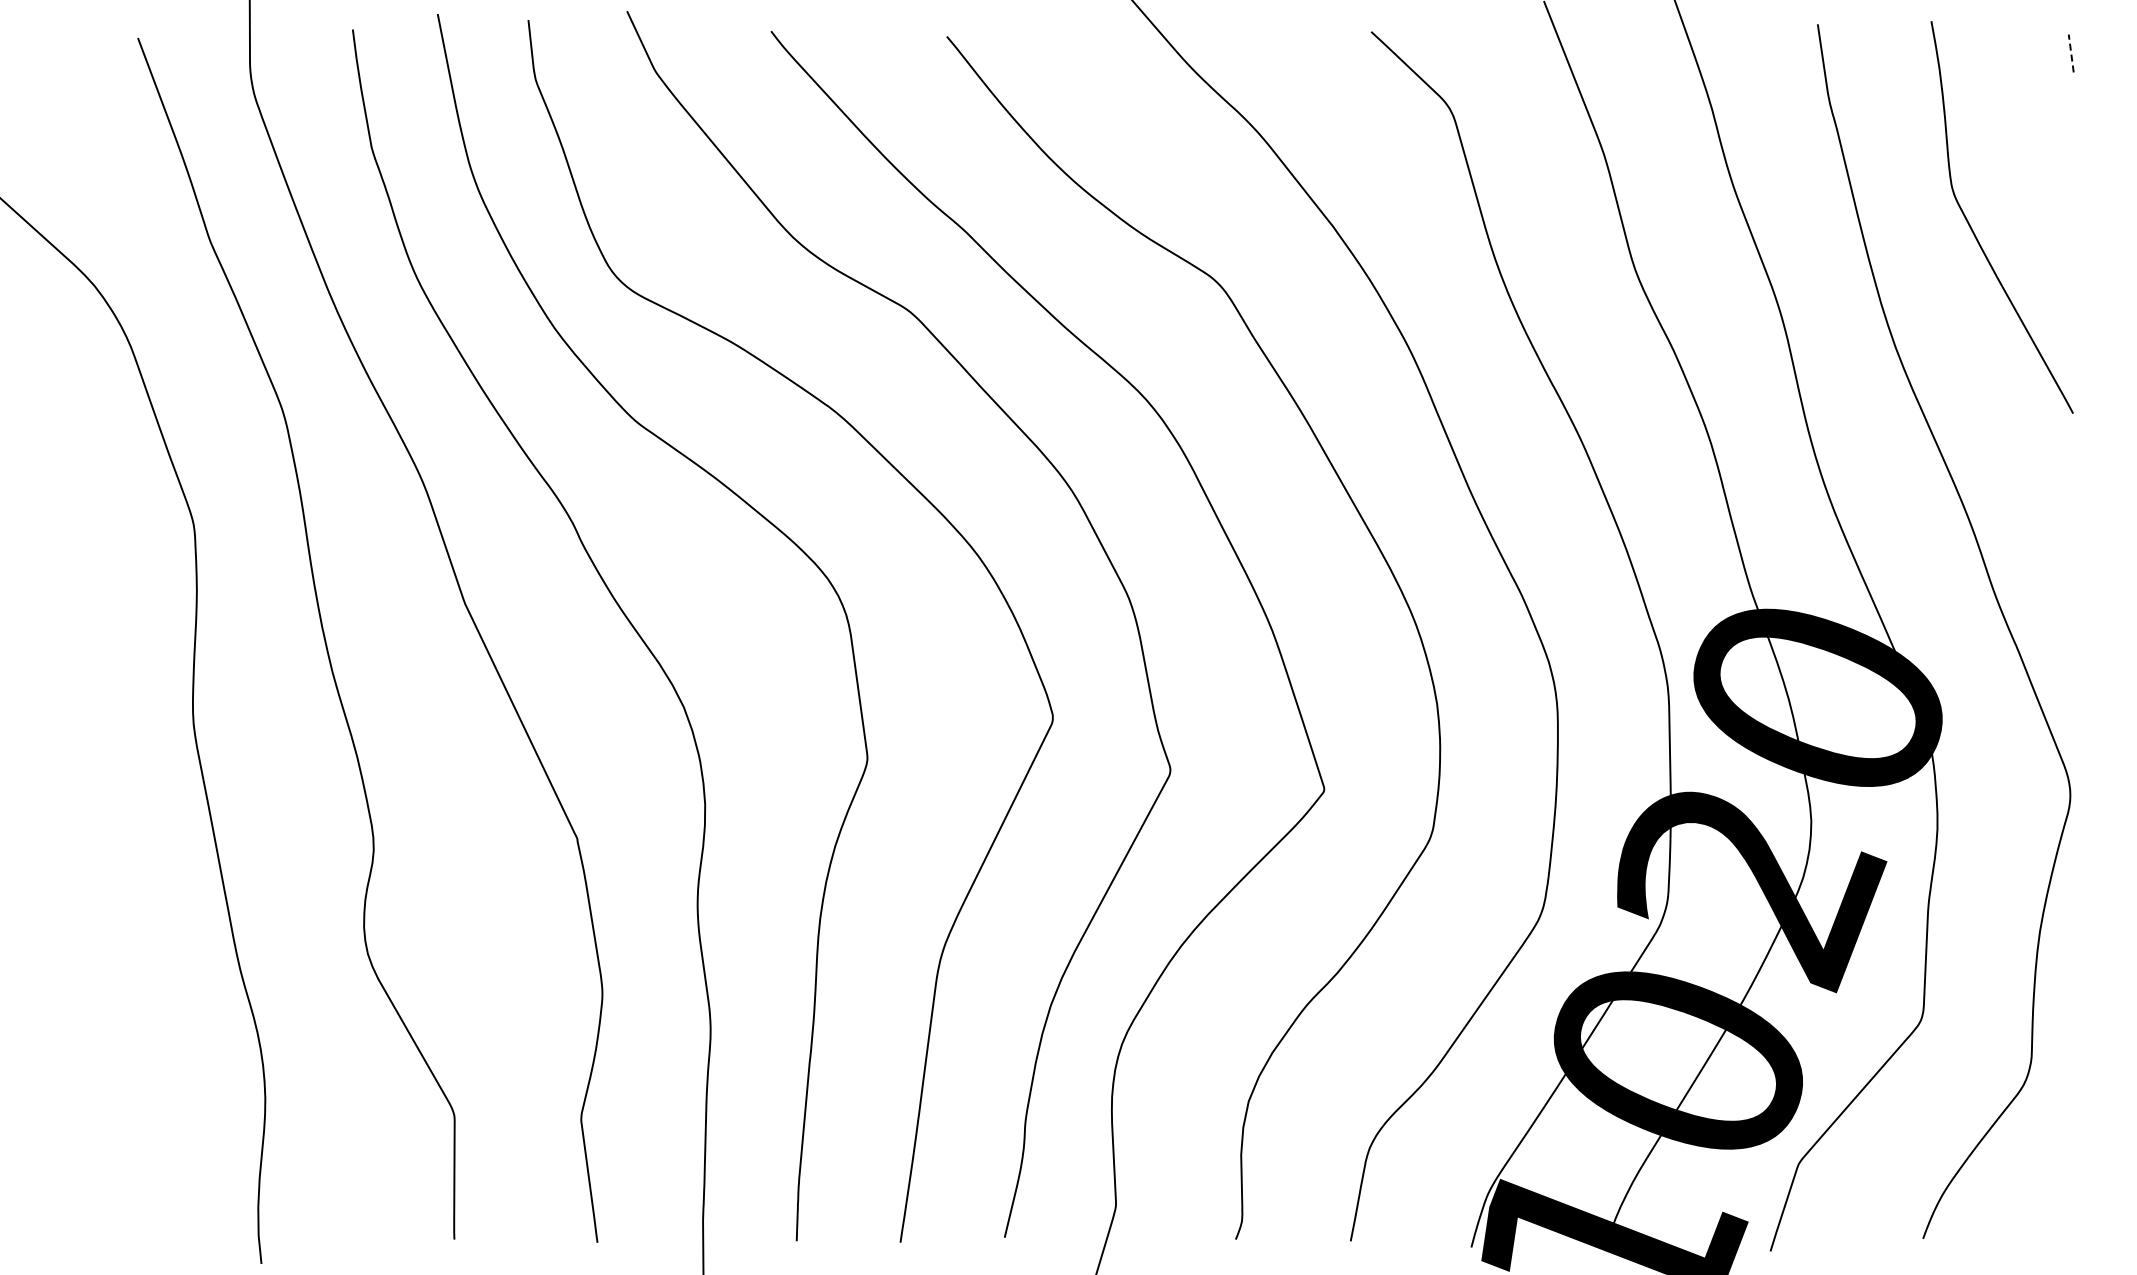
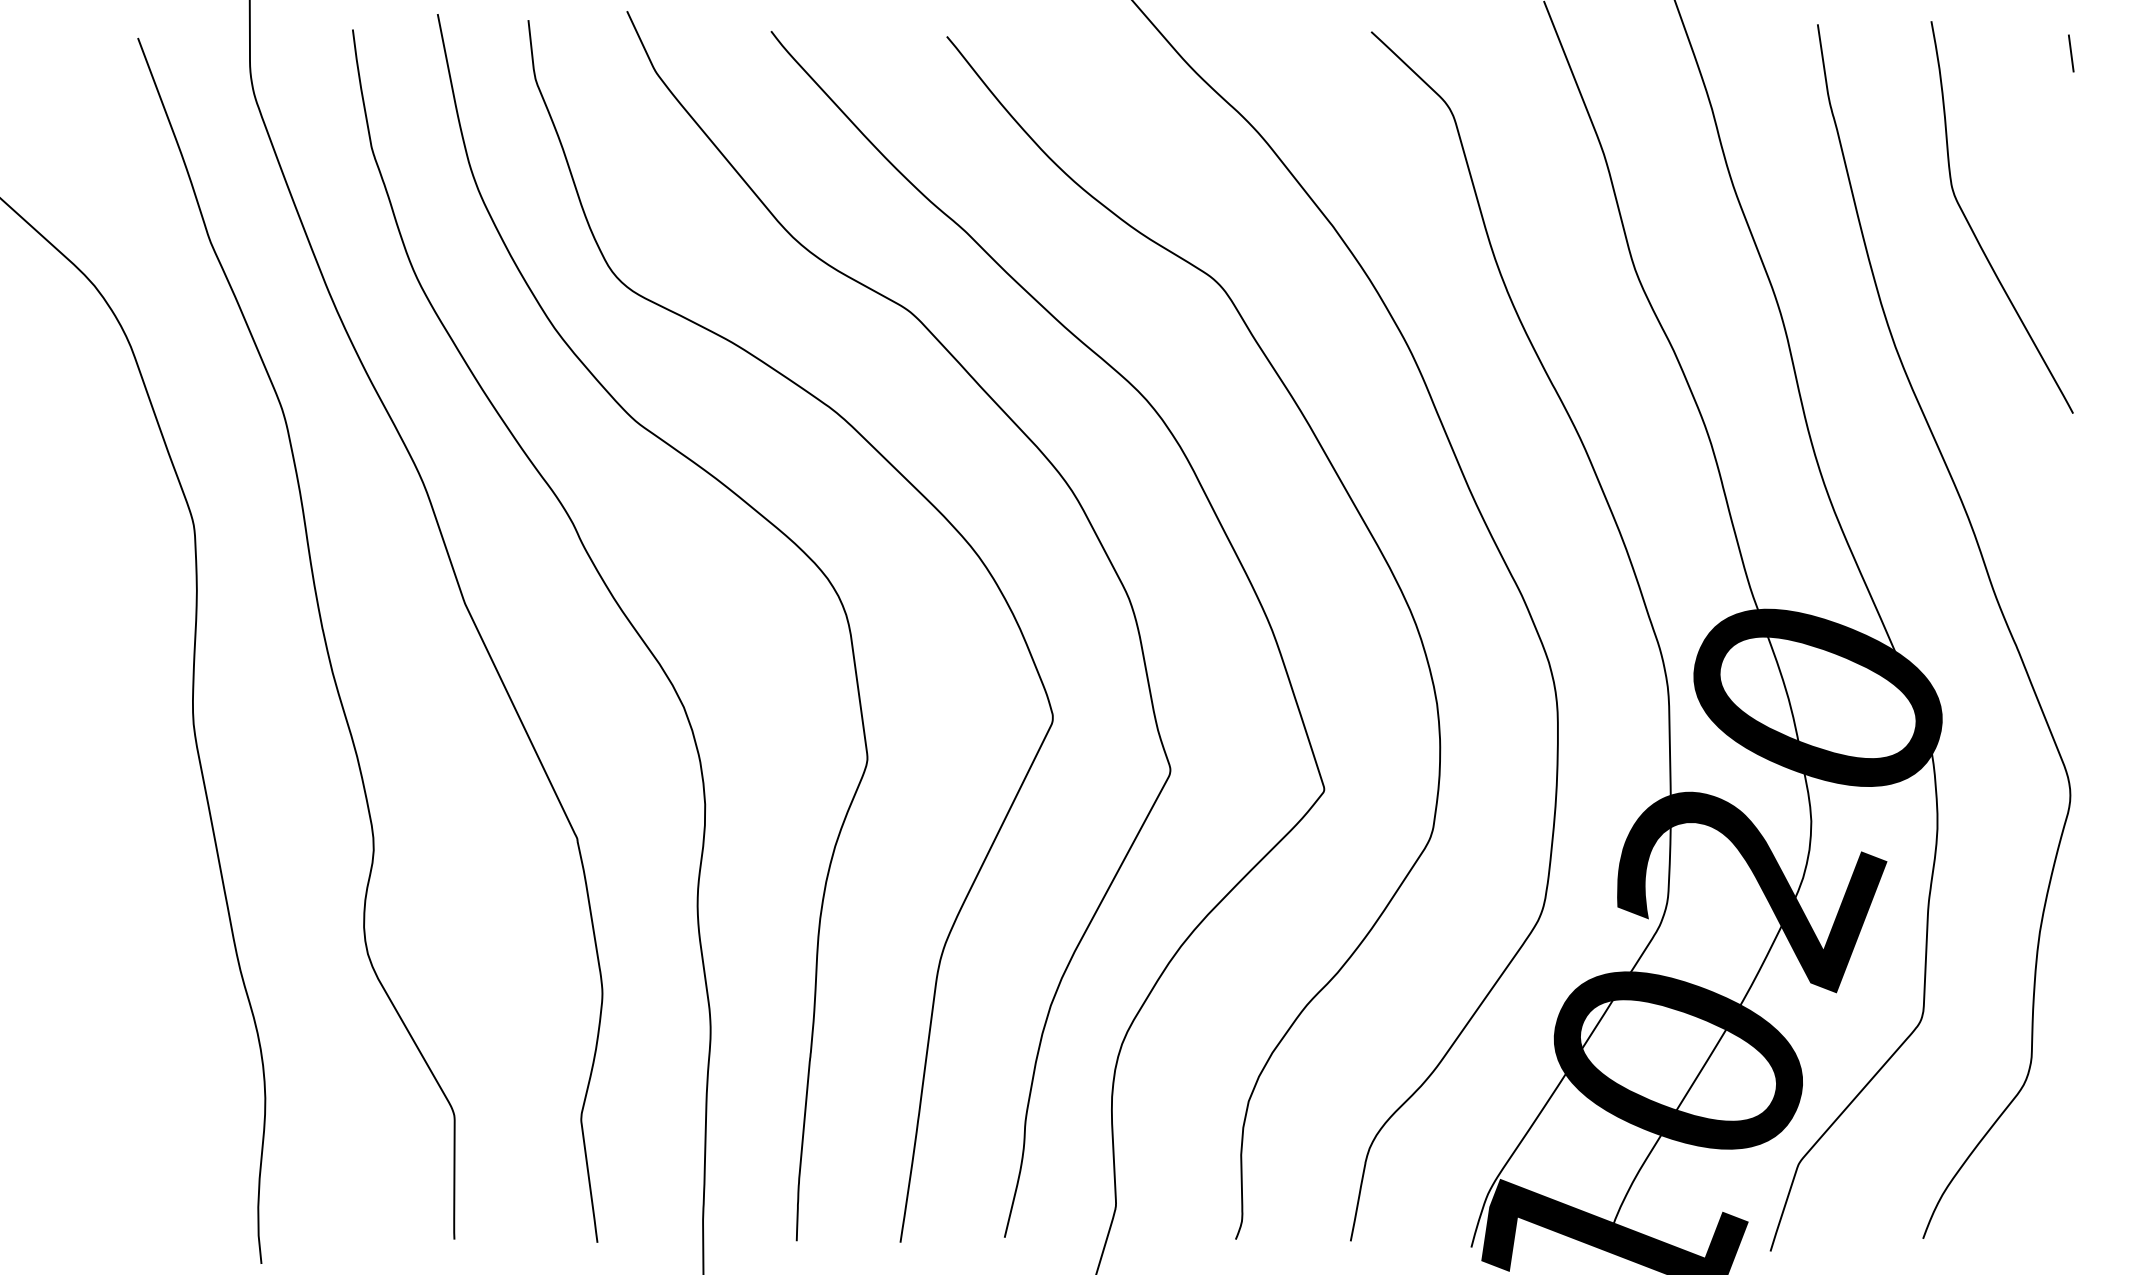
line at (2071, 53): dashed -> solid
